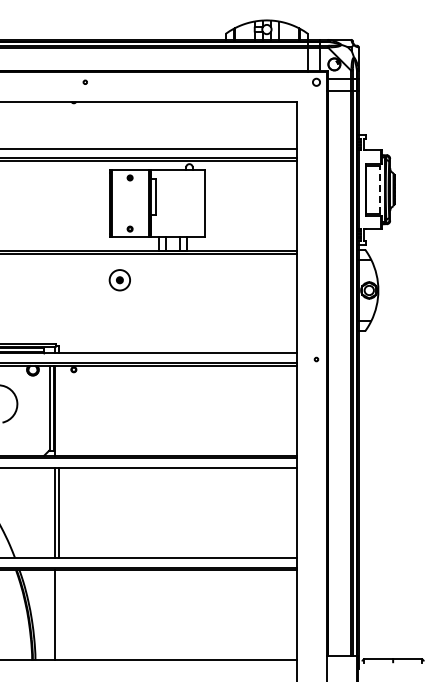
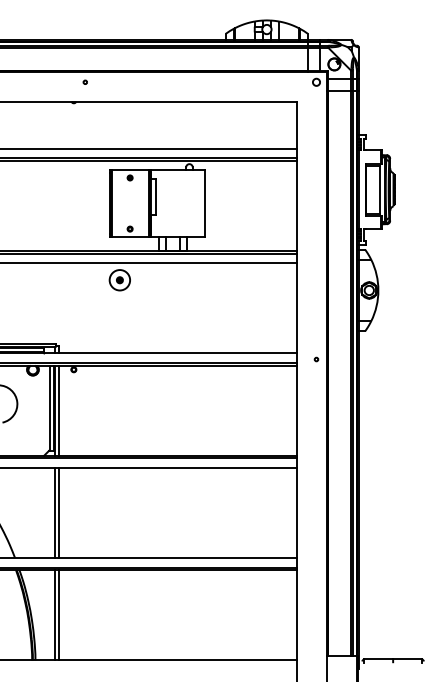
line at (379, 189): dashed -> solid
line at (149, 263): none -> present
line at (58, 410): none -> present
line at (58, 615): none -> present
